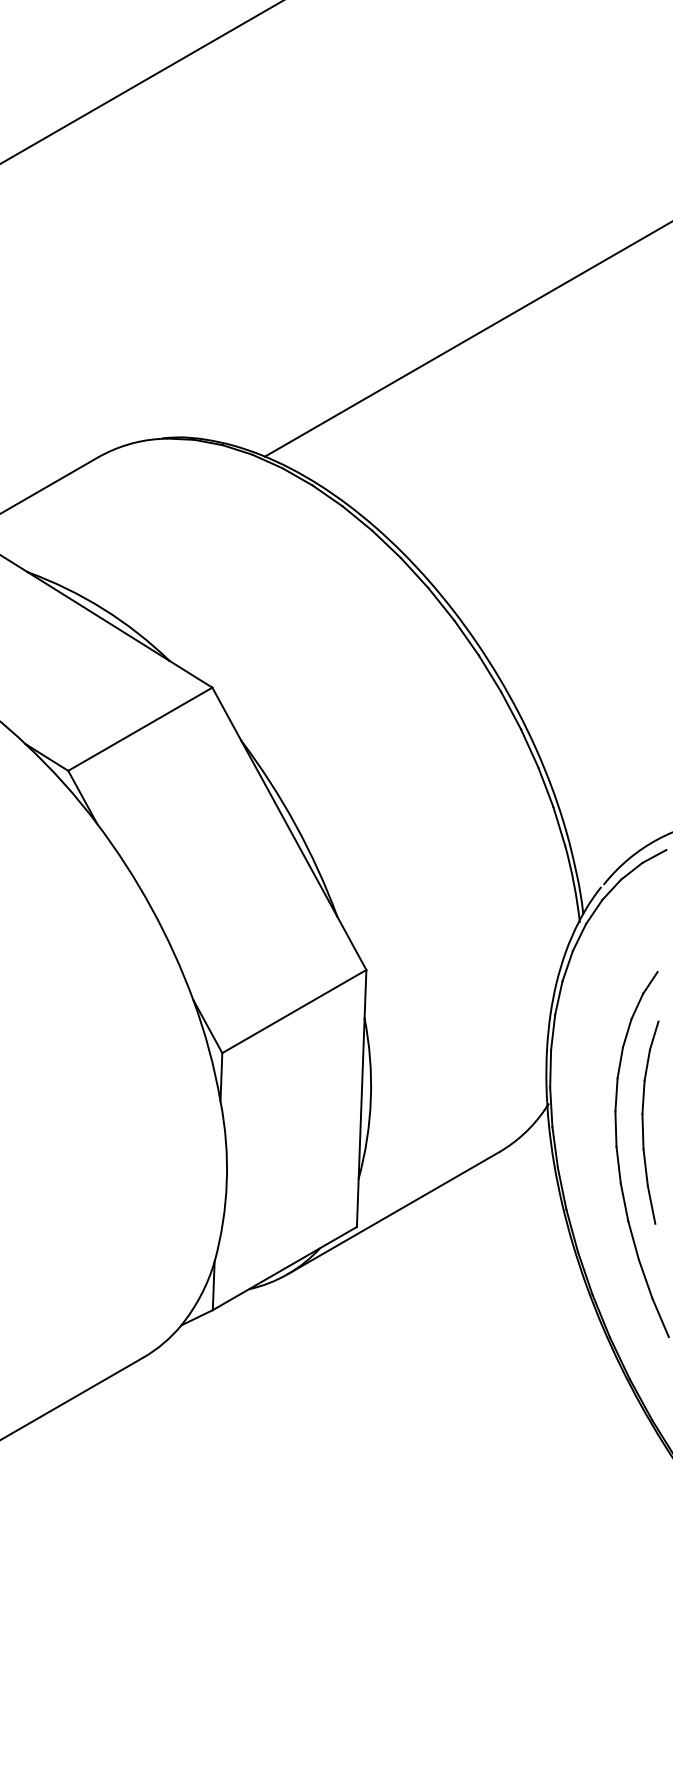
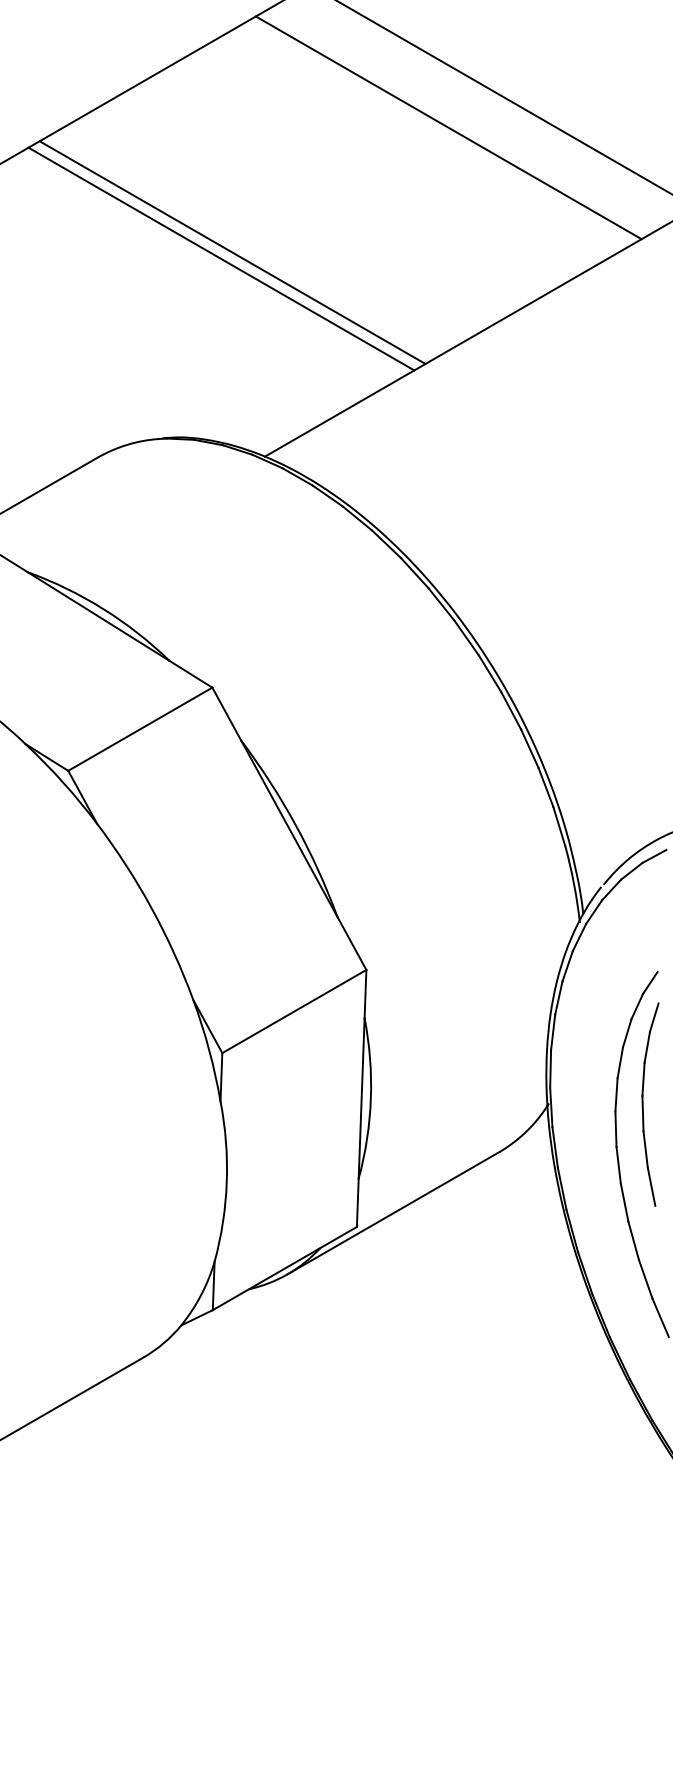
line at (504, 97): none -> present
line at (448, 127): none -> present
line at (232, 252): none -> present
line at (221, 258): none -> present
part at (643, 1122) position: (643, 1122) -> (643, 1104)
